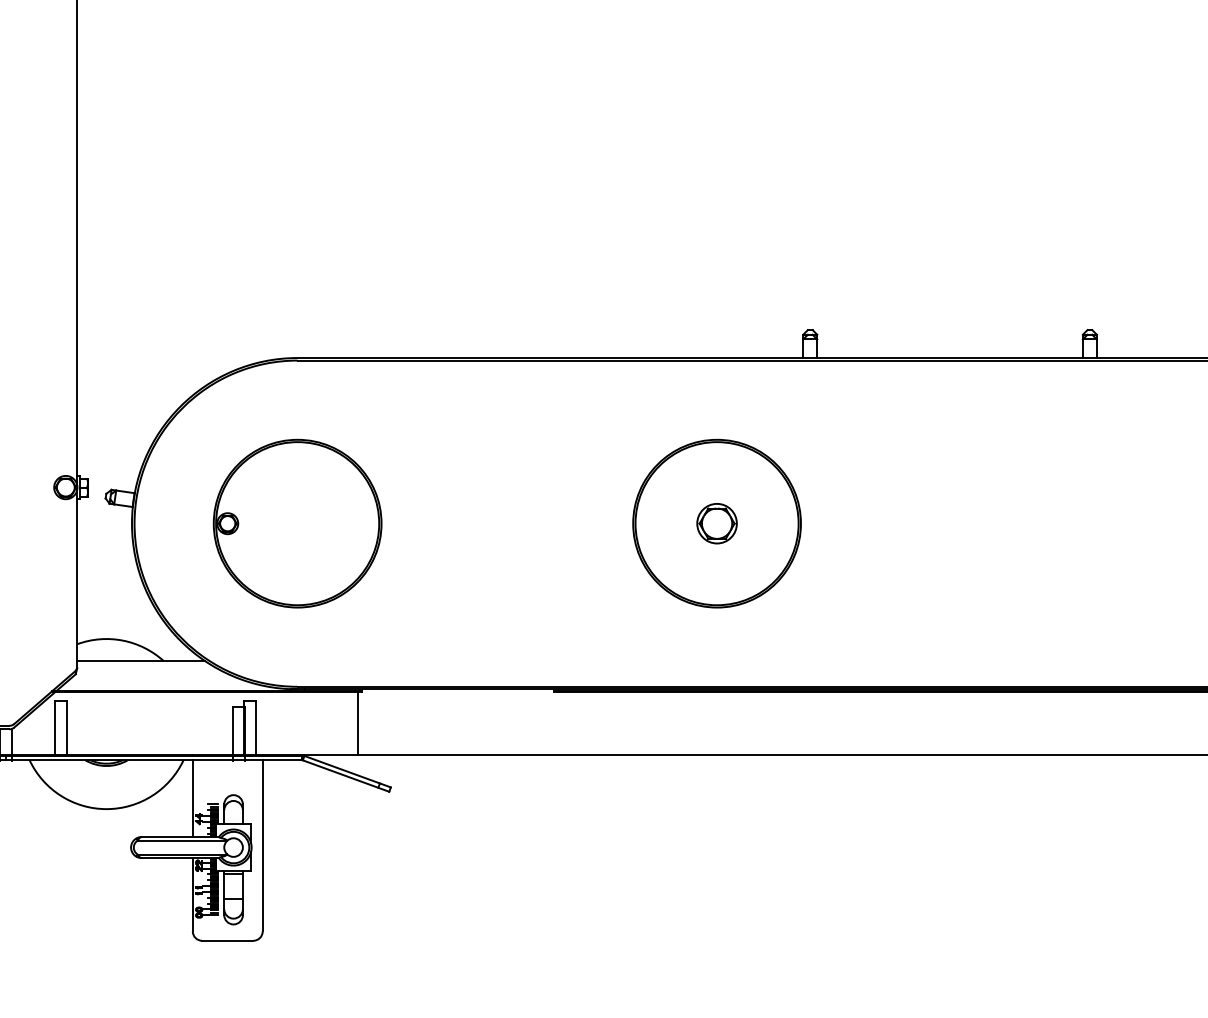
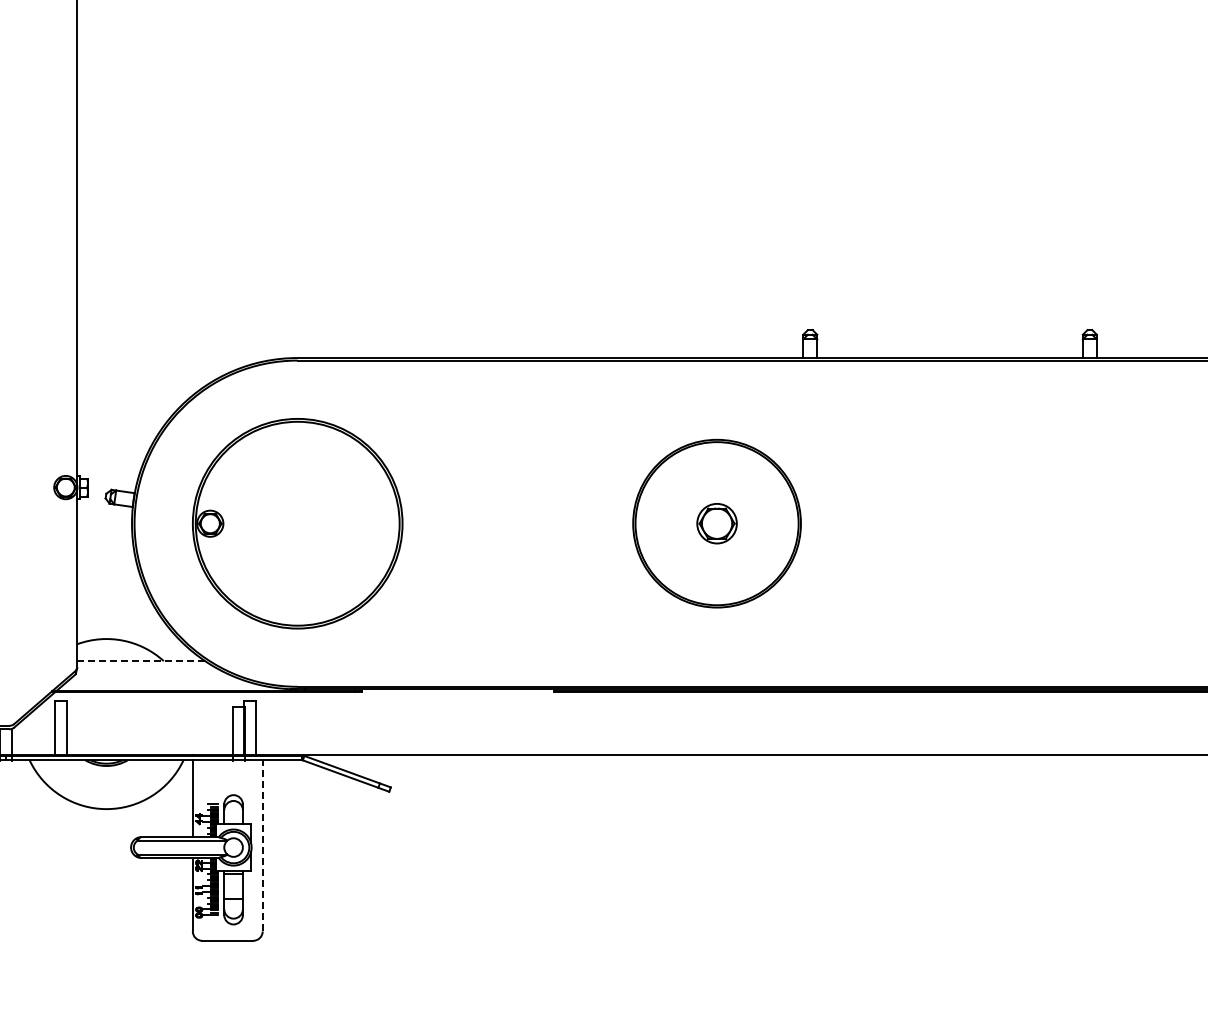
part at (297, 523) size: 171x171 px -> 212x212 px
line at (141, 661): solid -> dashed
line at (358, 723): present -> none
line at (262, 845): solid -> dashed
